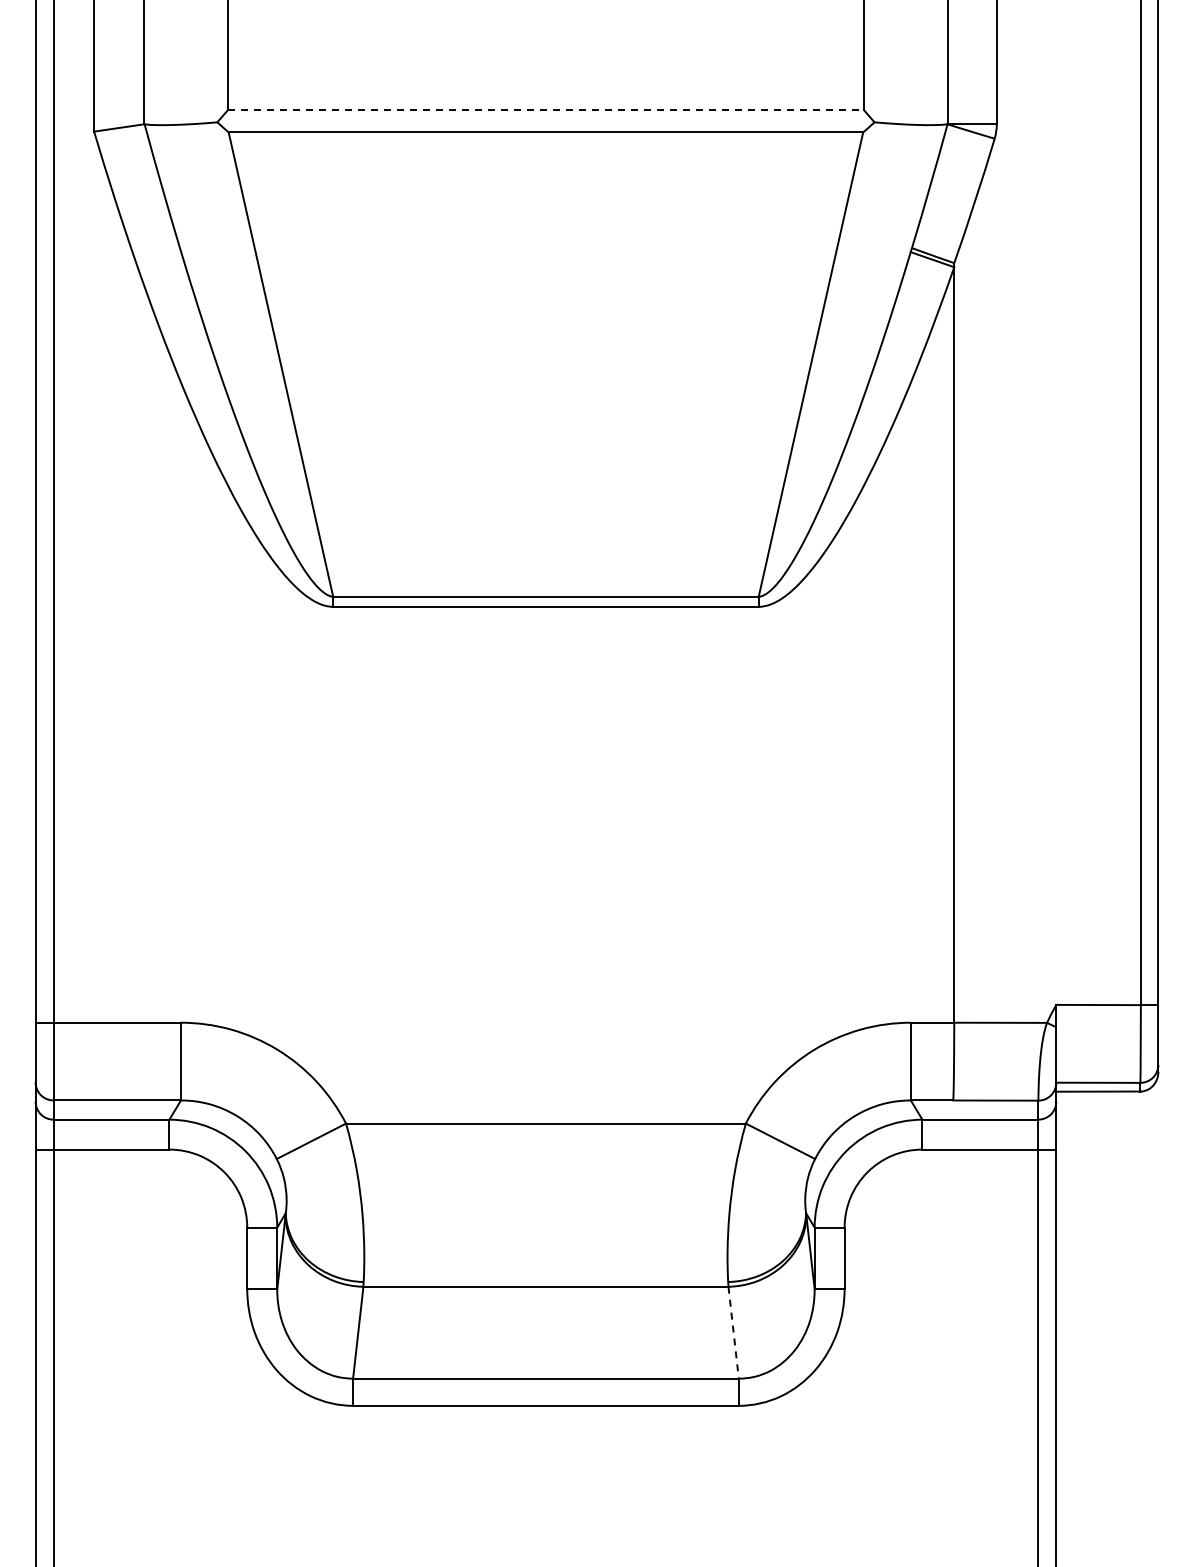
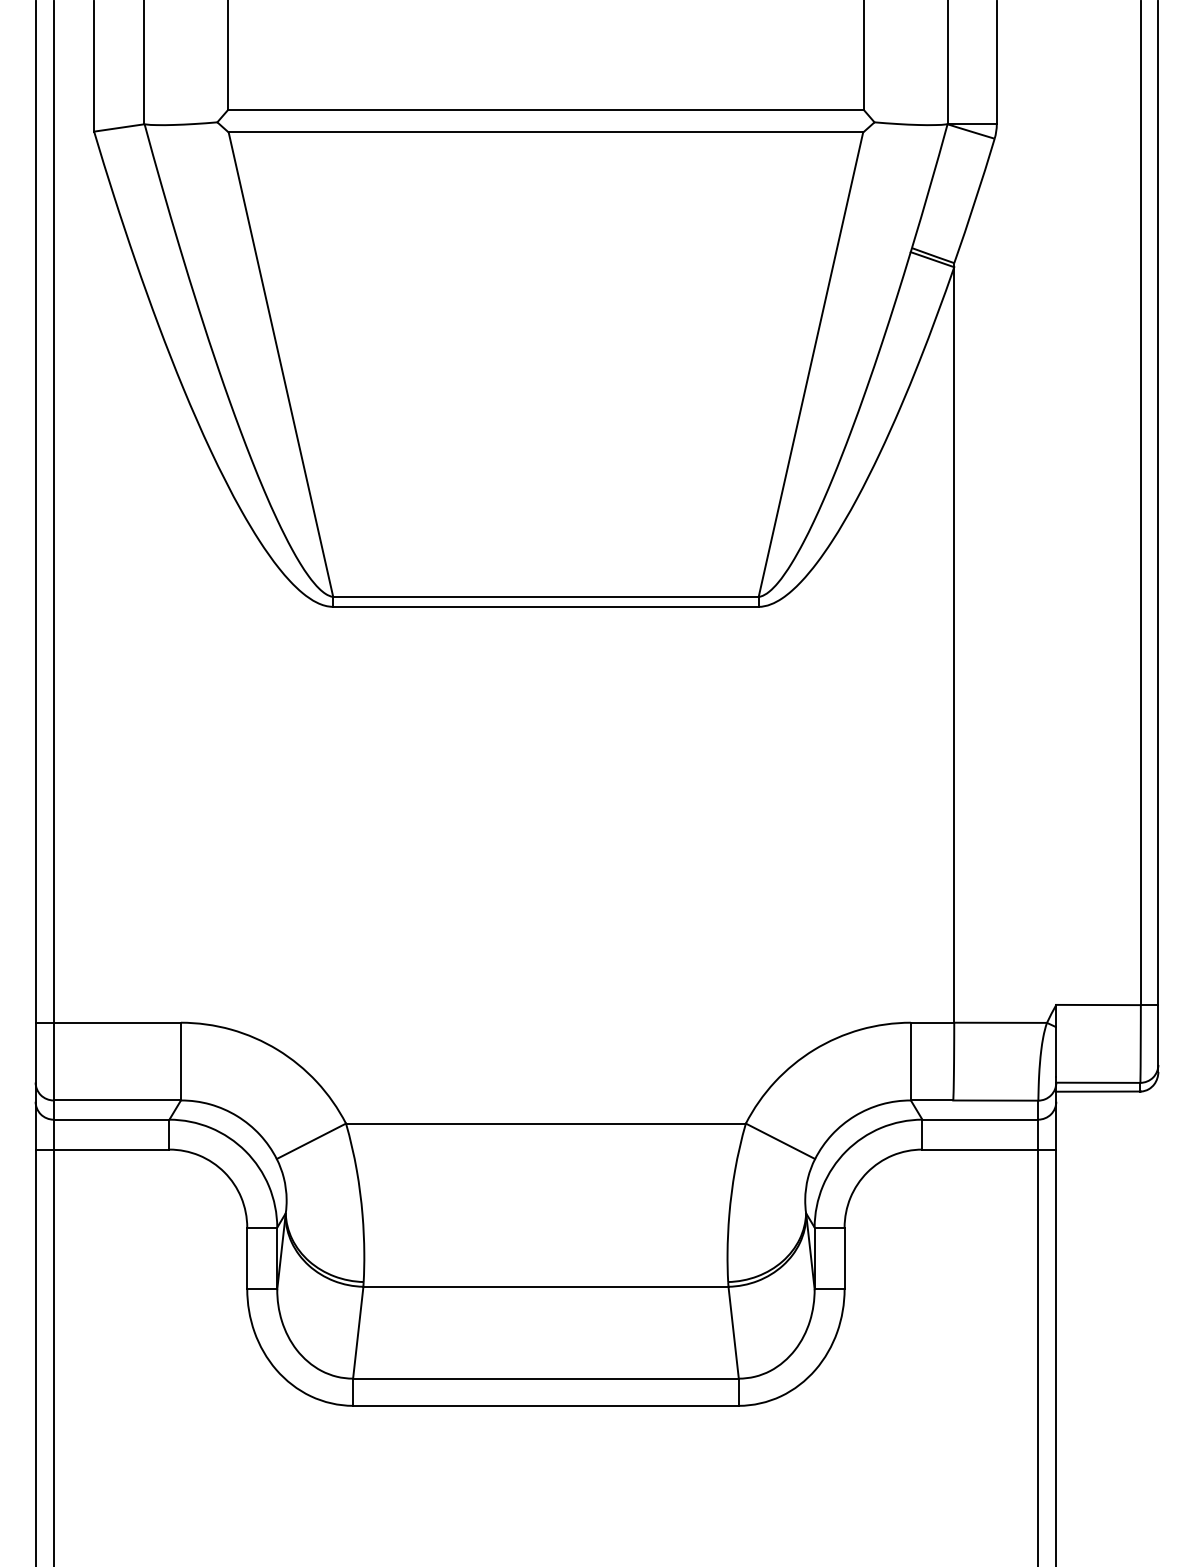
line at (546, 110): dashed -> solid
line at (733, 1333): dashed -> solid
